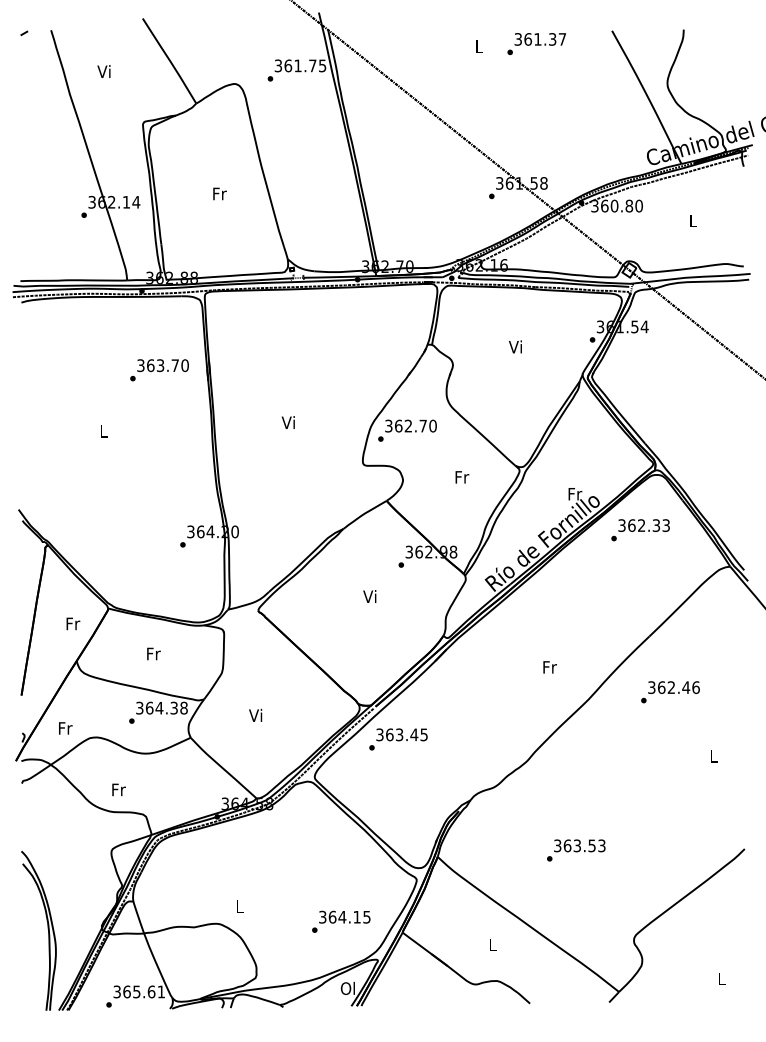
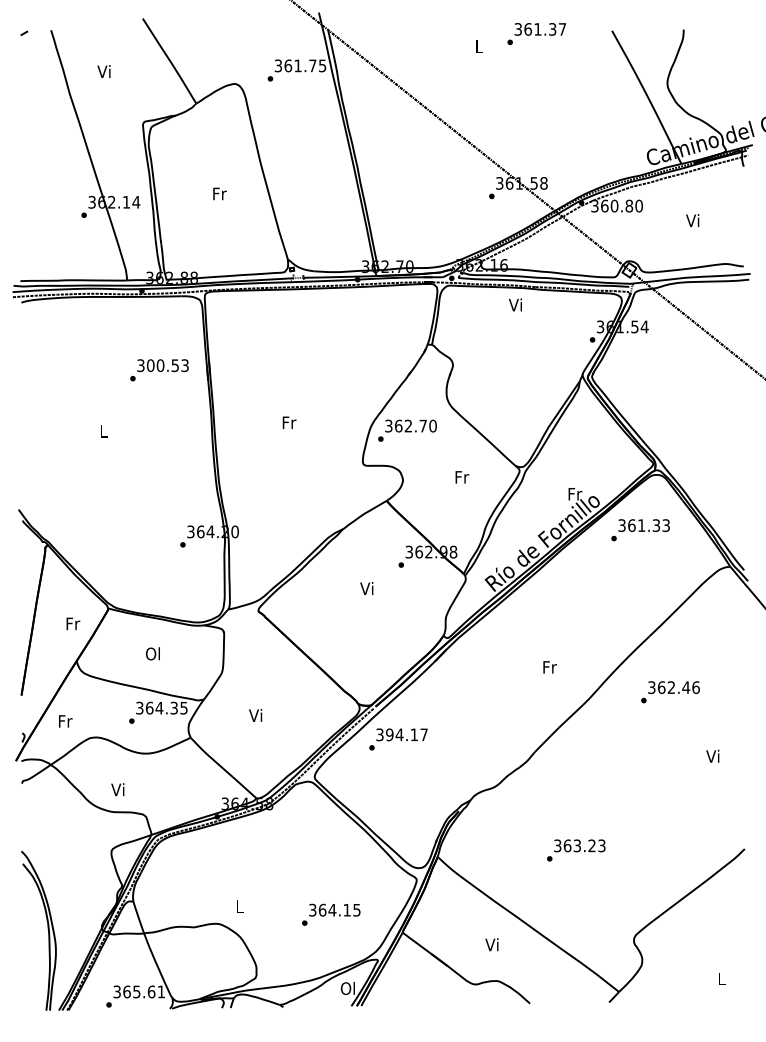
text at (536, 44) position: (536, 44) -> (536, 34)
text at (692, 220): L -> Vi
text at (515, 346) position: (515, 346) -> (515, 304)
text at (167, 365): 363.70 -> 300.53
text at (288, 422): Vi -> Fr
text at (641, 525): 362.33 -> 361.33
text at (369, 596) position: (369, 596) -> (366, 588)
text at (153, 653): Fr -> Ol
text at (183, 707): 364.38 -> 364.35
text at (65, 728) position: (65, 728) -> (65, 721)
text at (406, 734): 363.45 -> 394.17
text at (712, 755): L -> Vi
text at (118, 789): Fr -> Vi
text at (591, 845): 363.53 -> 363.23
text at (341, 921) position: (341, 921) -> (331, 914)
text at (491, 944): L -> Vi
